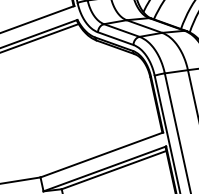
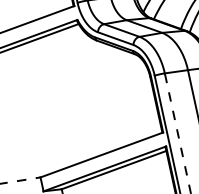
line at (177, 132): solid -> dashed
line at (20, 180): solid -> dashed
